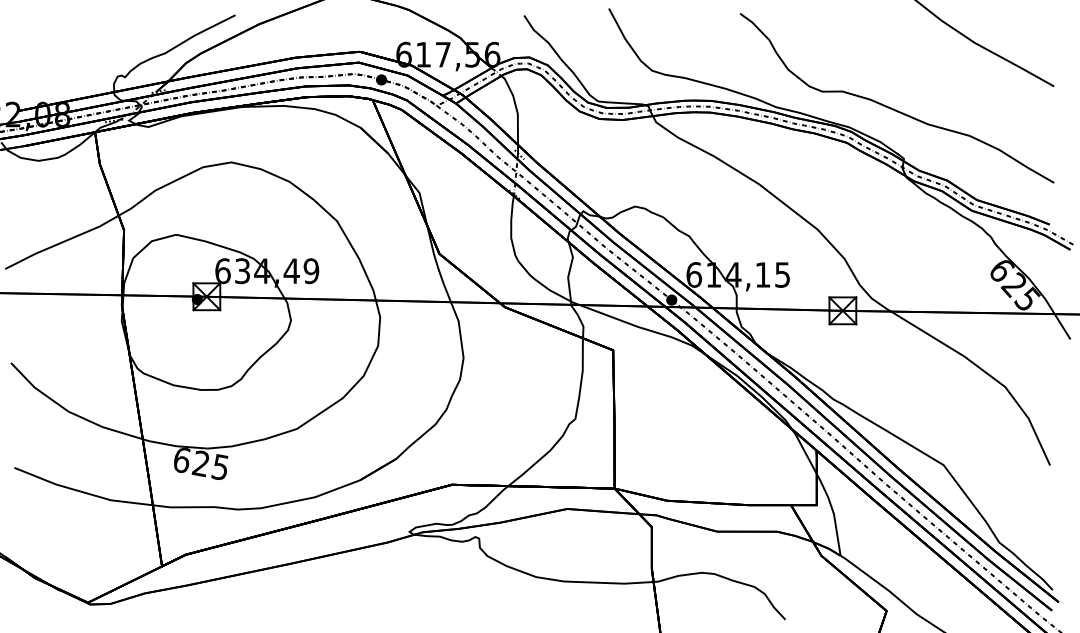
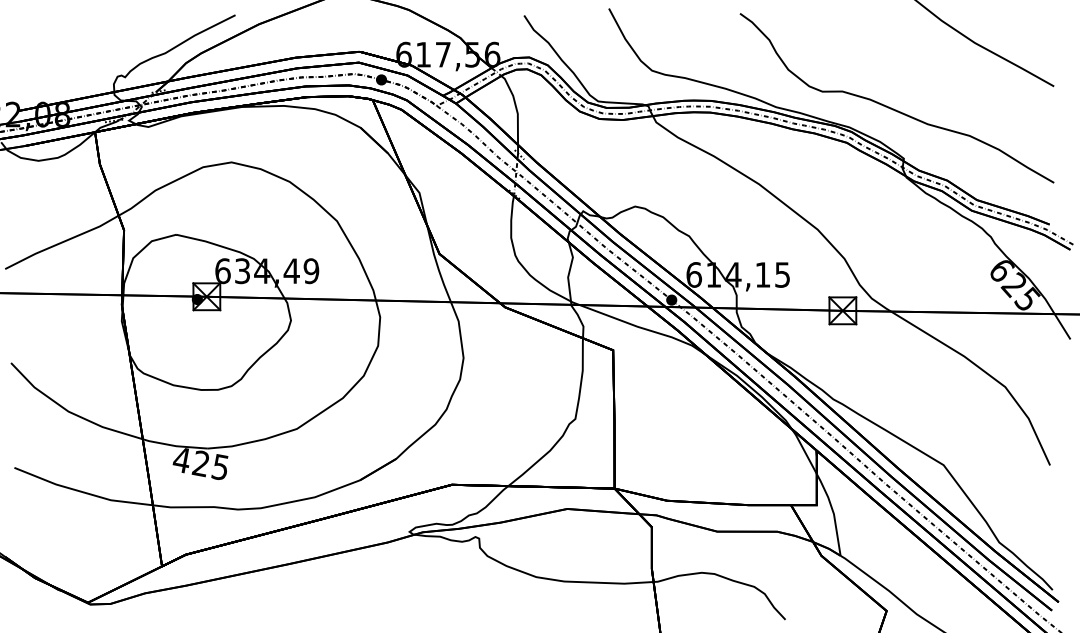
text at (181, 460): 625 -> 425
